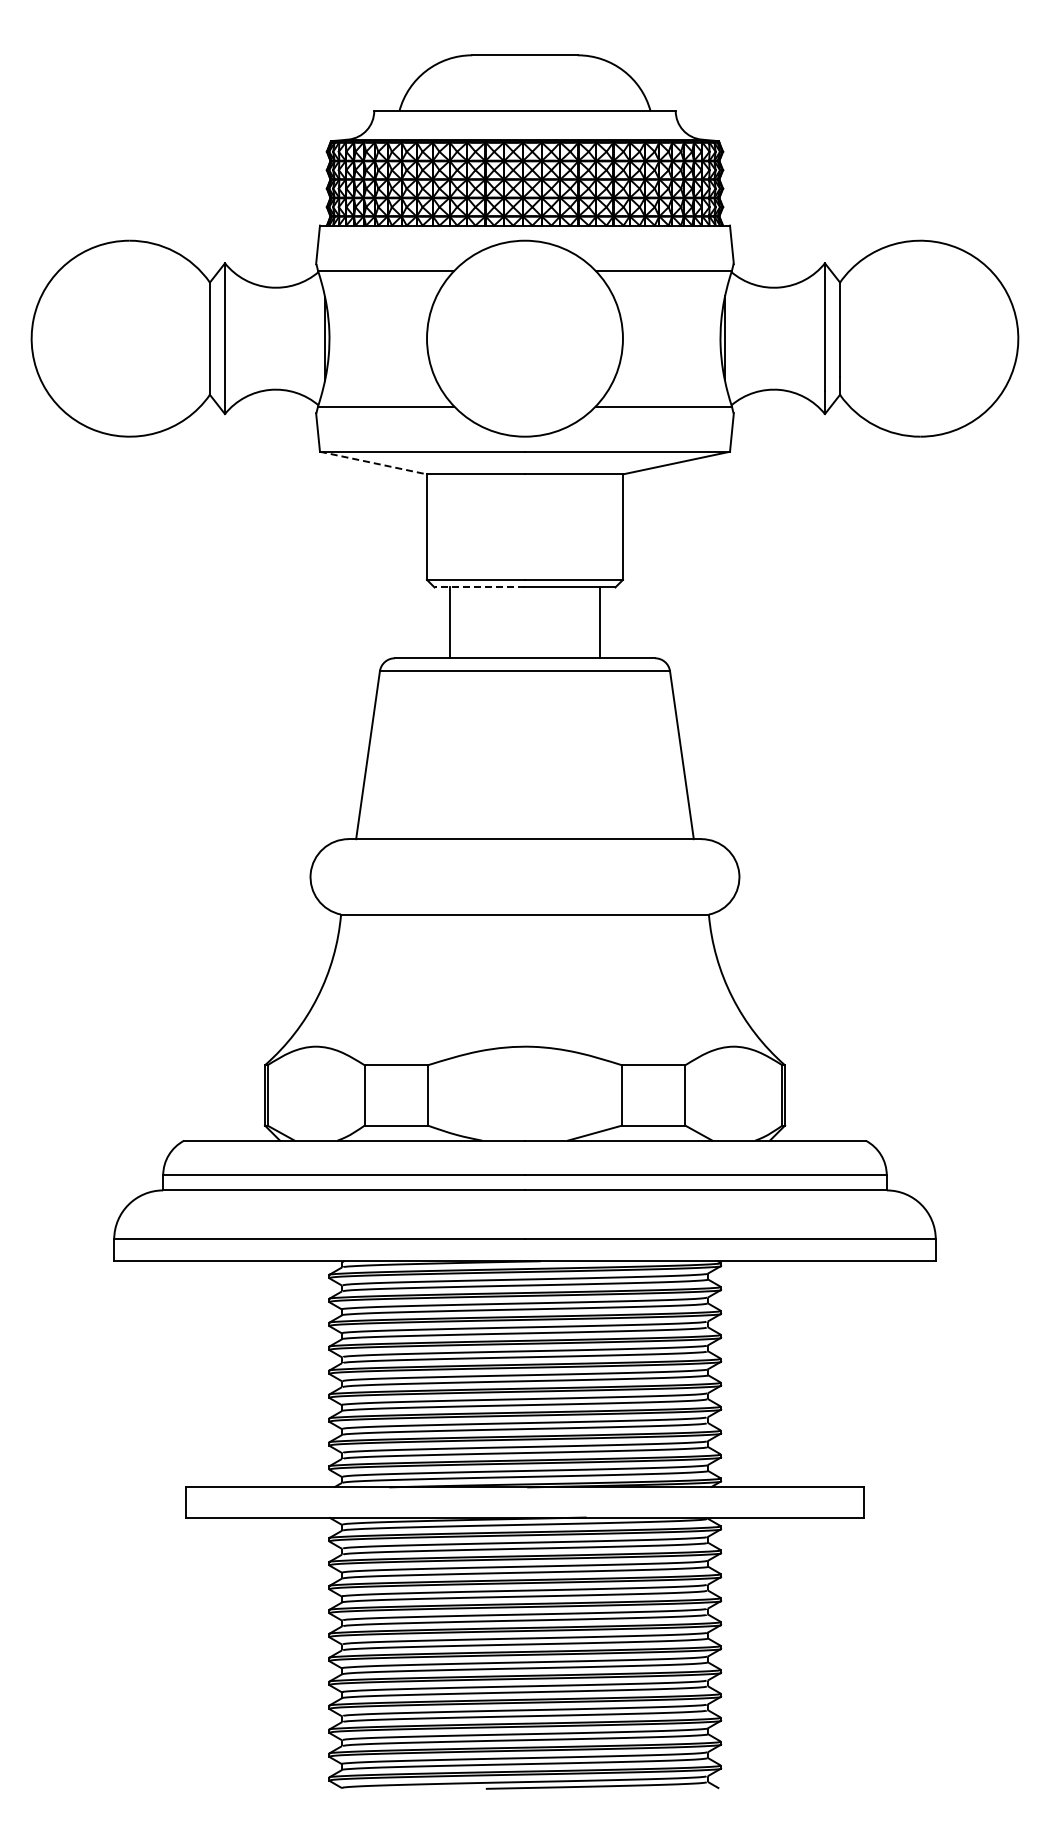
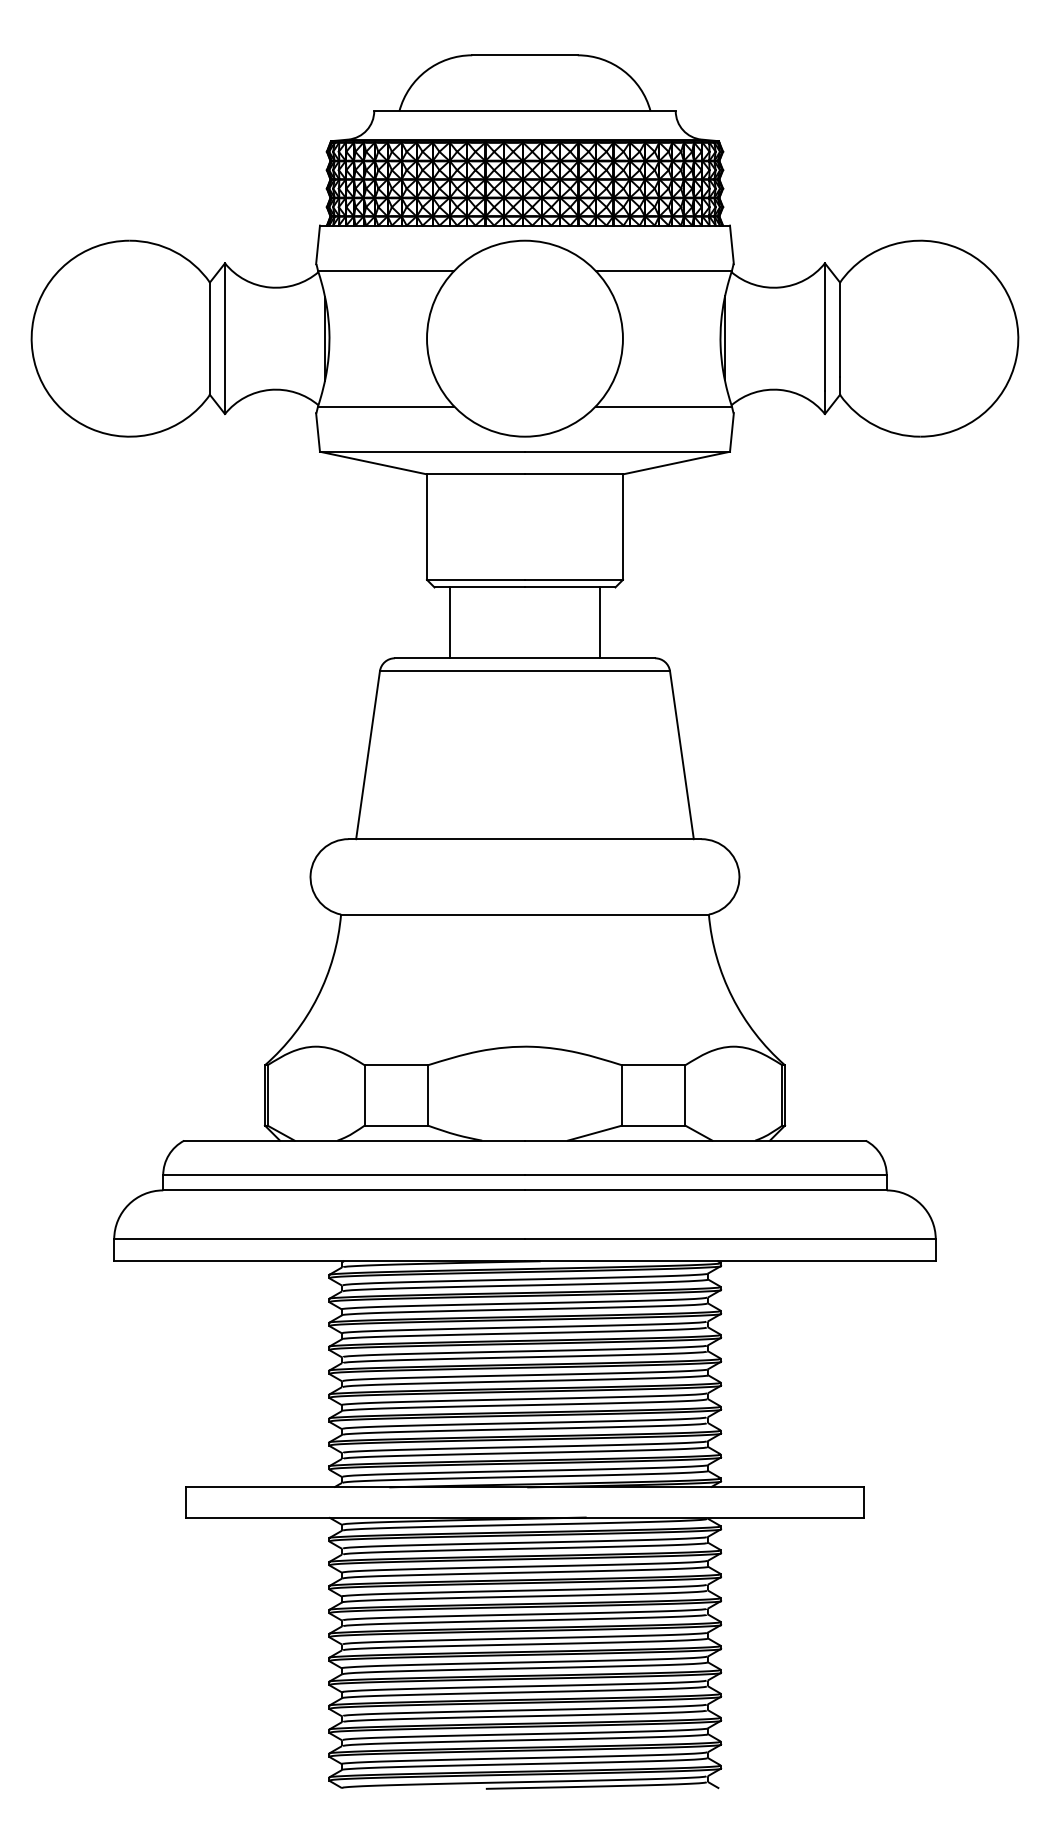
line at (373, 463): dashed -> solid
line at (479, 587): dashed -> solid
